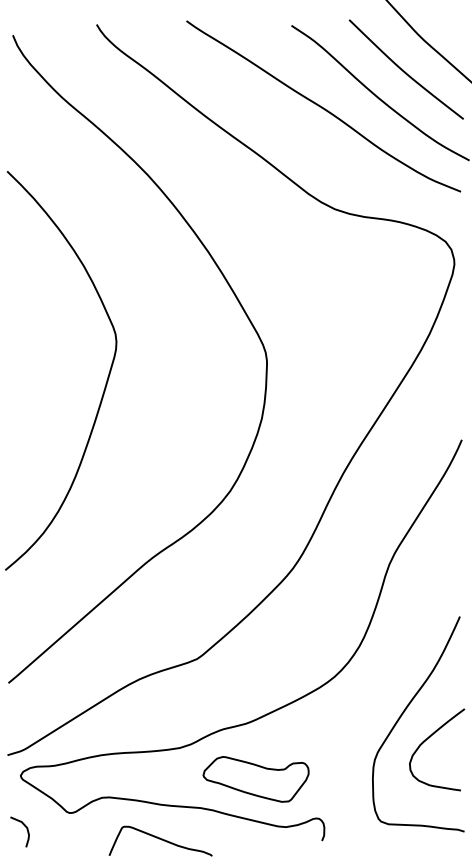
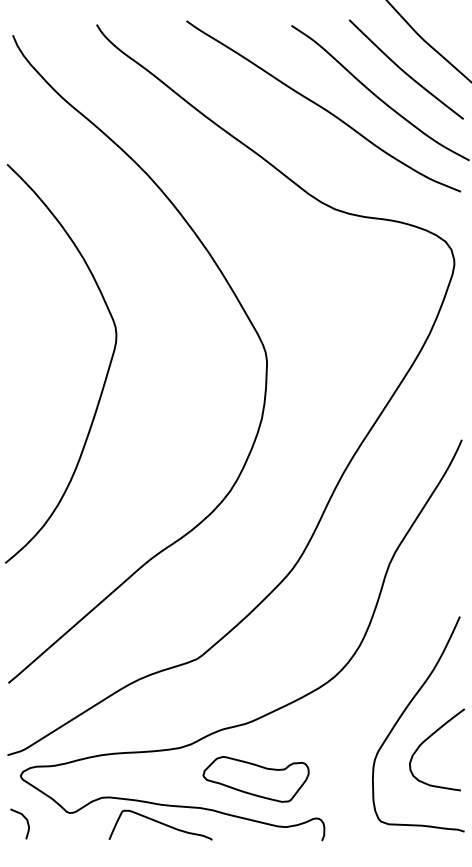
curve at (105, 383) position: (105, 383) -> (105, 376)
curve at (24, 826) position: (24, 826) -> (24, 818)
curve at (160, 839) position: (160, 839) -> (160, 823)
